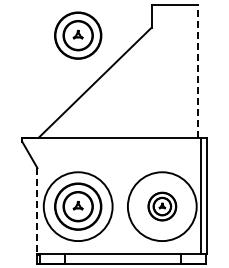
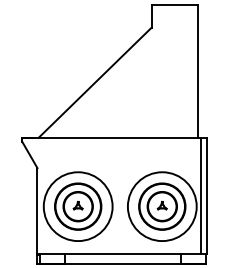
part at (78, 35): present -> none
line at (197, 71): dashed -> solid
part at (162, 206) size: 31x31 px -> 49x49 px
line at (37, 211): dashed -> solid
